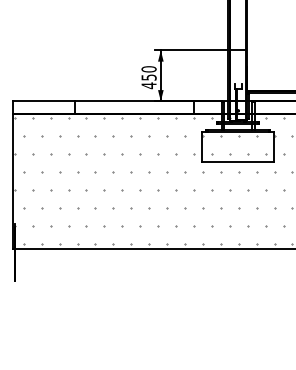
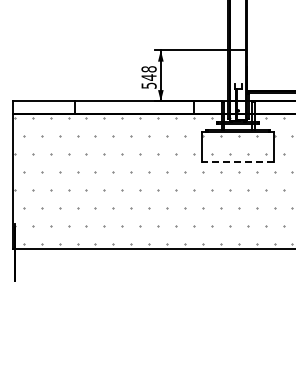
text at (148, 77): 450 -> 548
line at (237, 161): solid -> dashed
